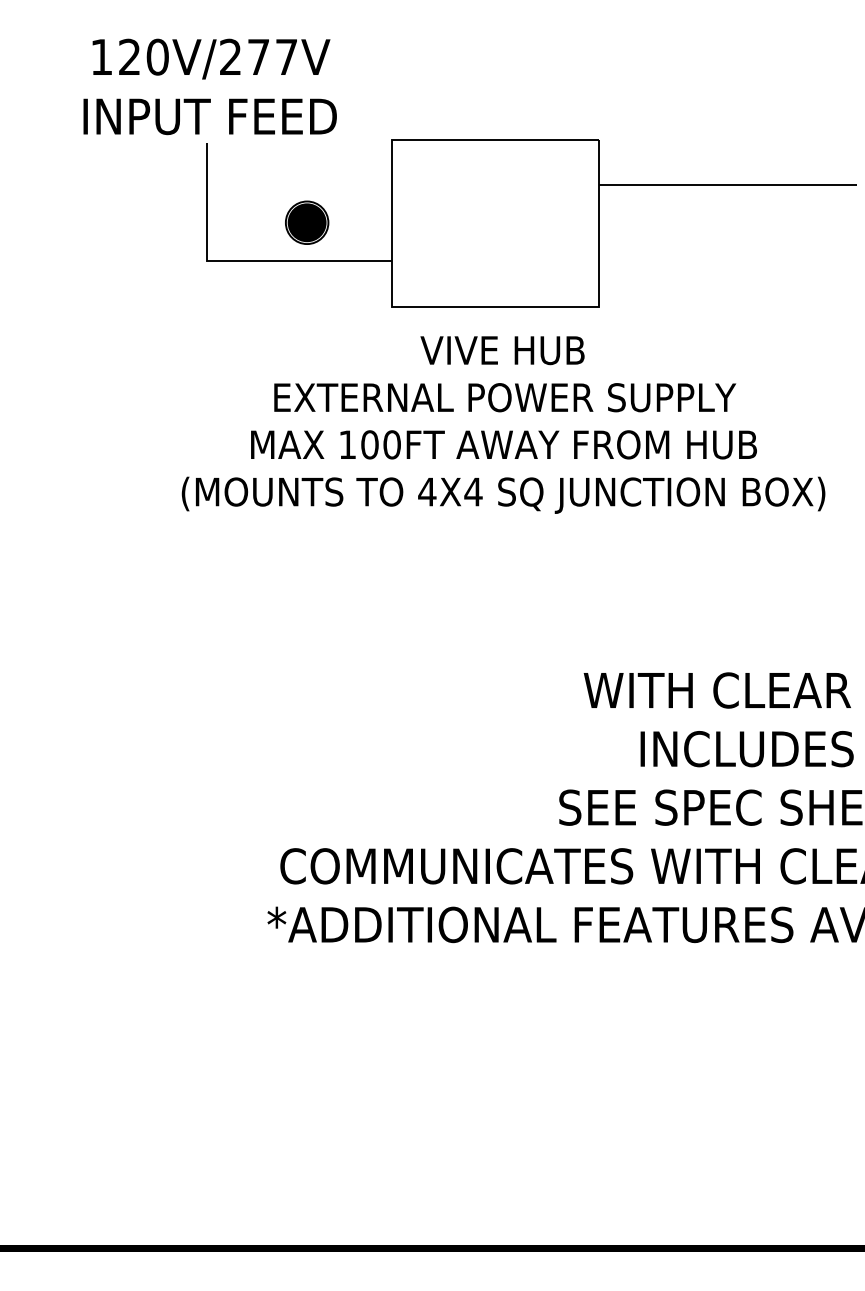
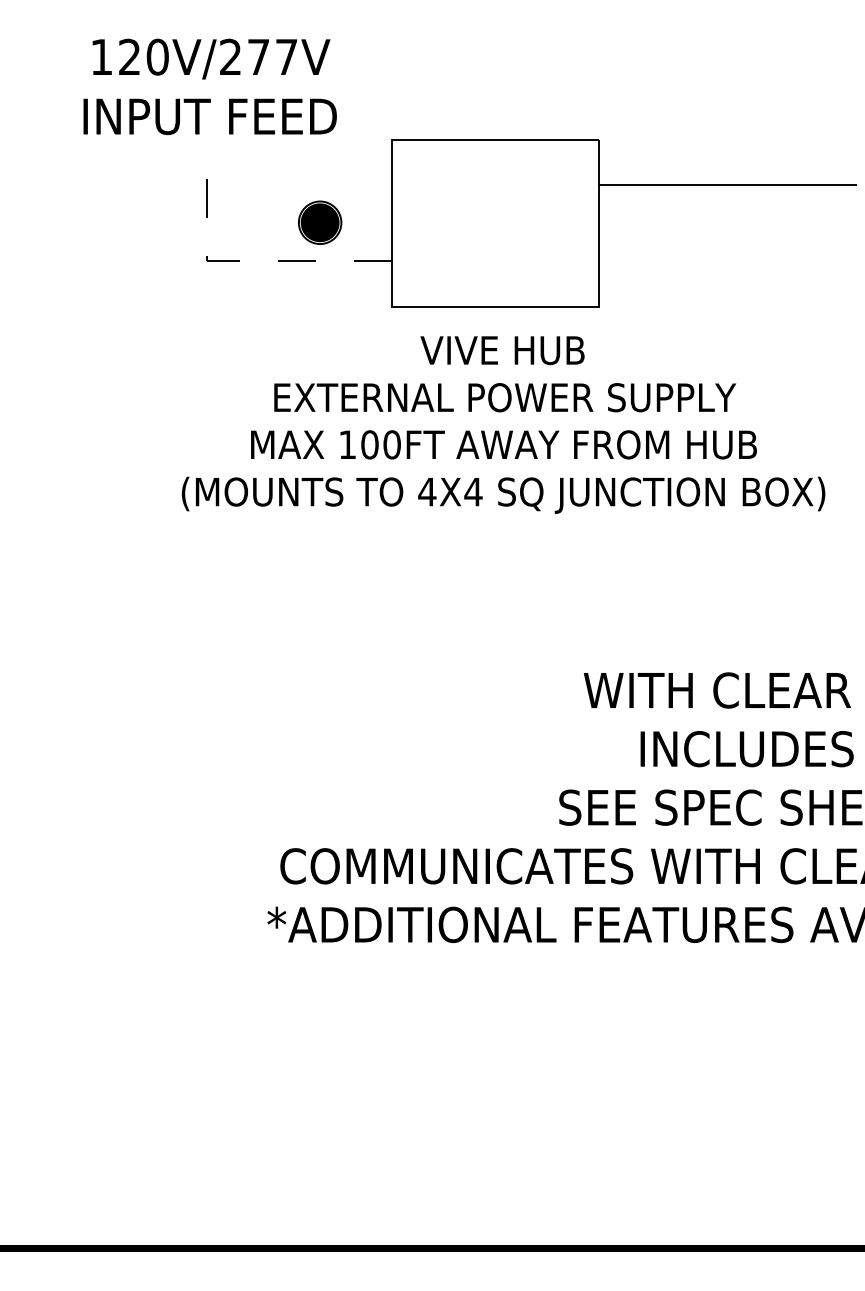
part at (307, 222) position: (307, 222) -> (320, 222)
line at (239, 261): solid -> dashed
